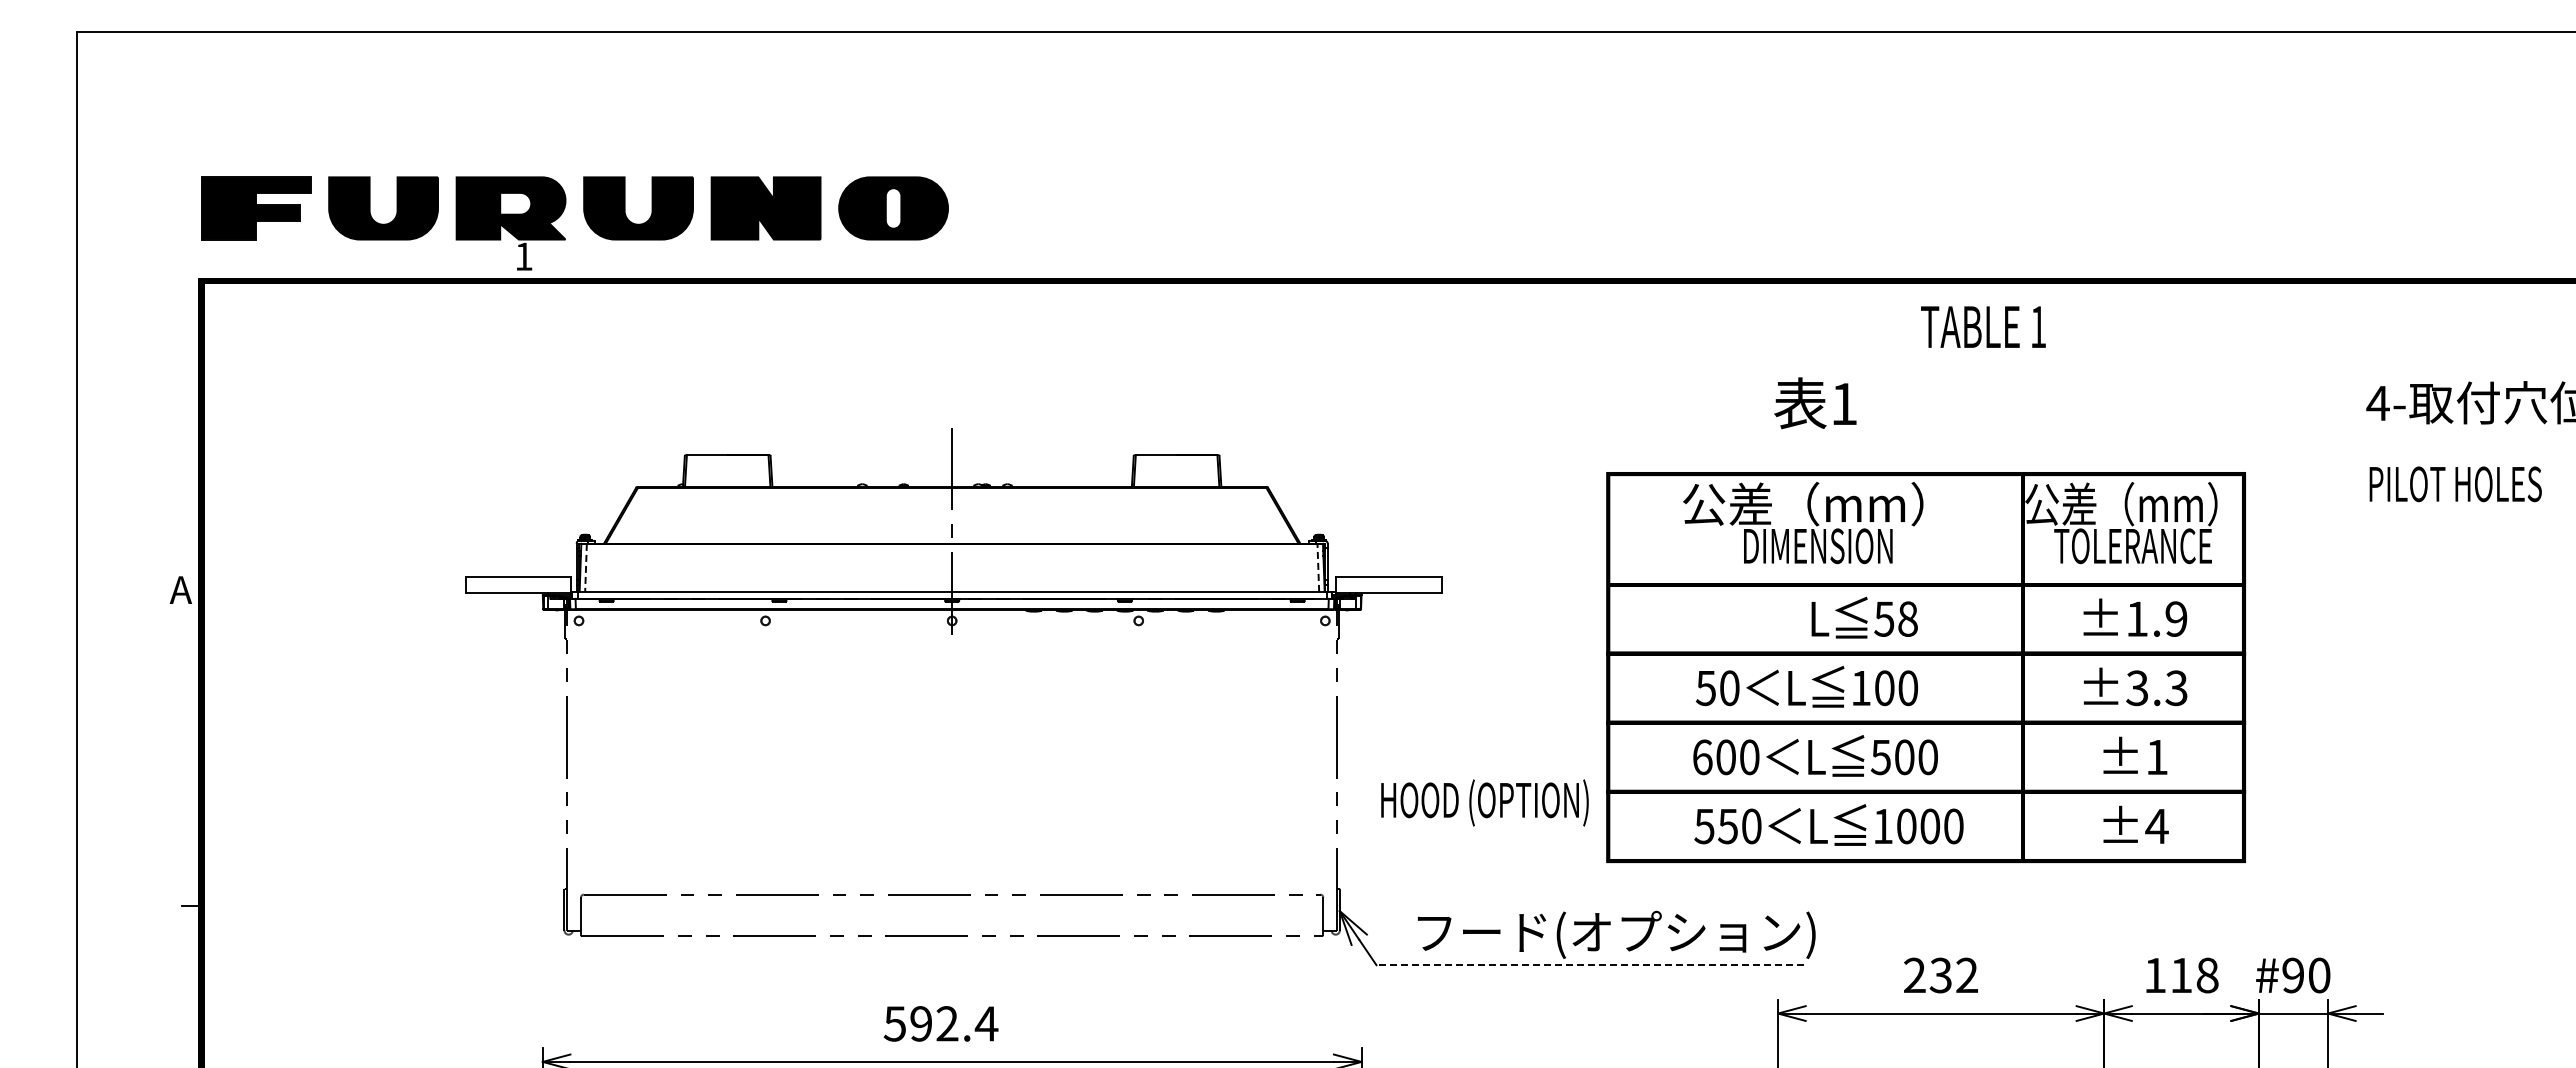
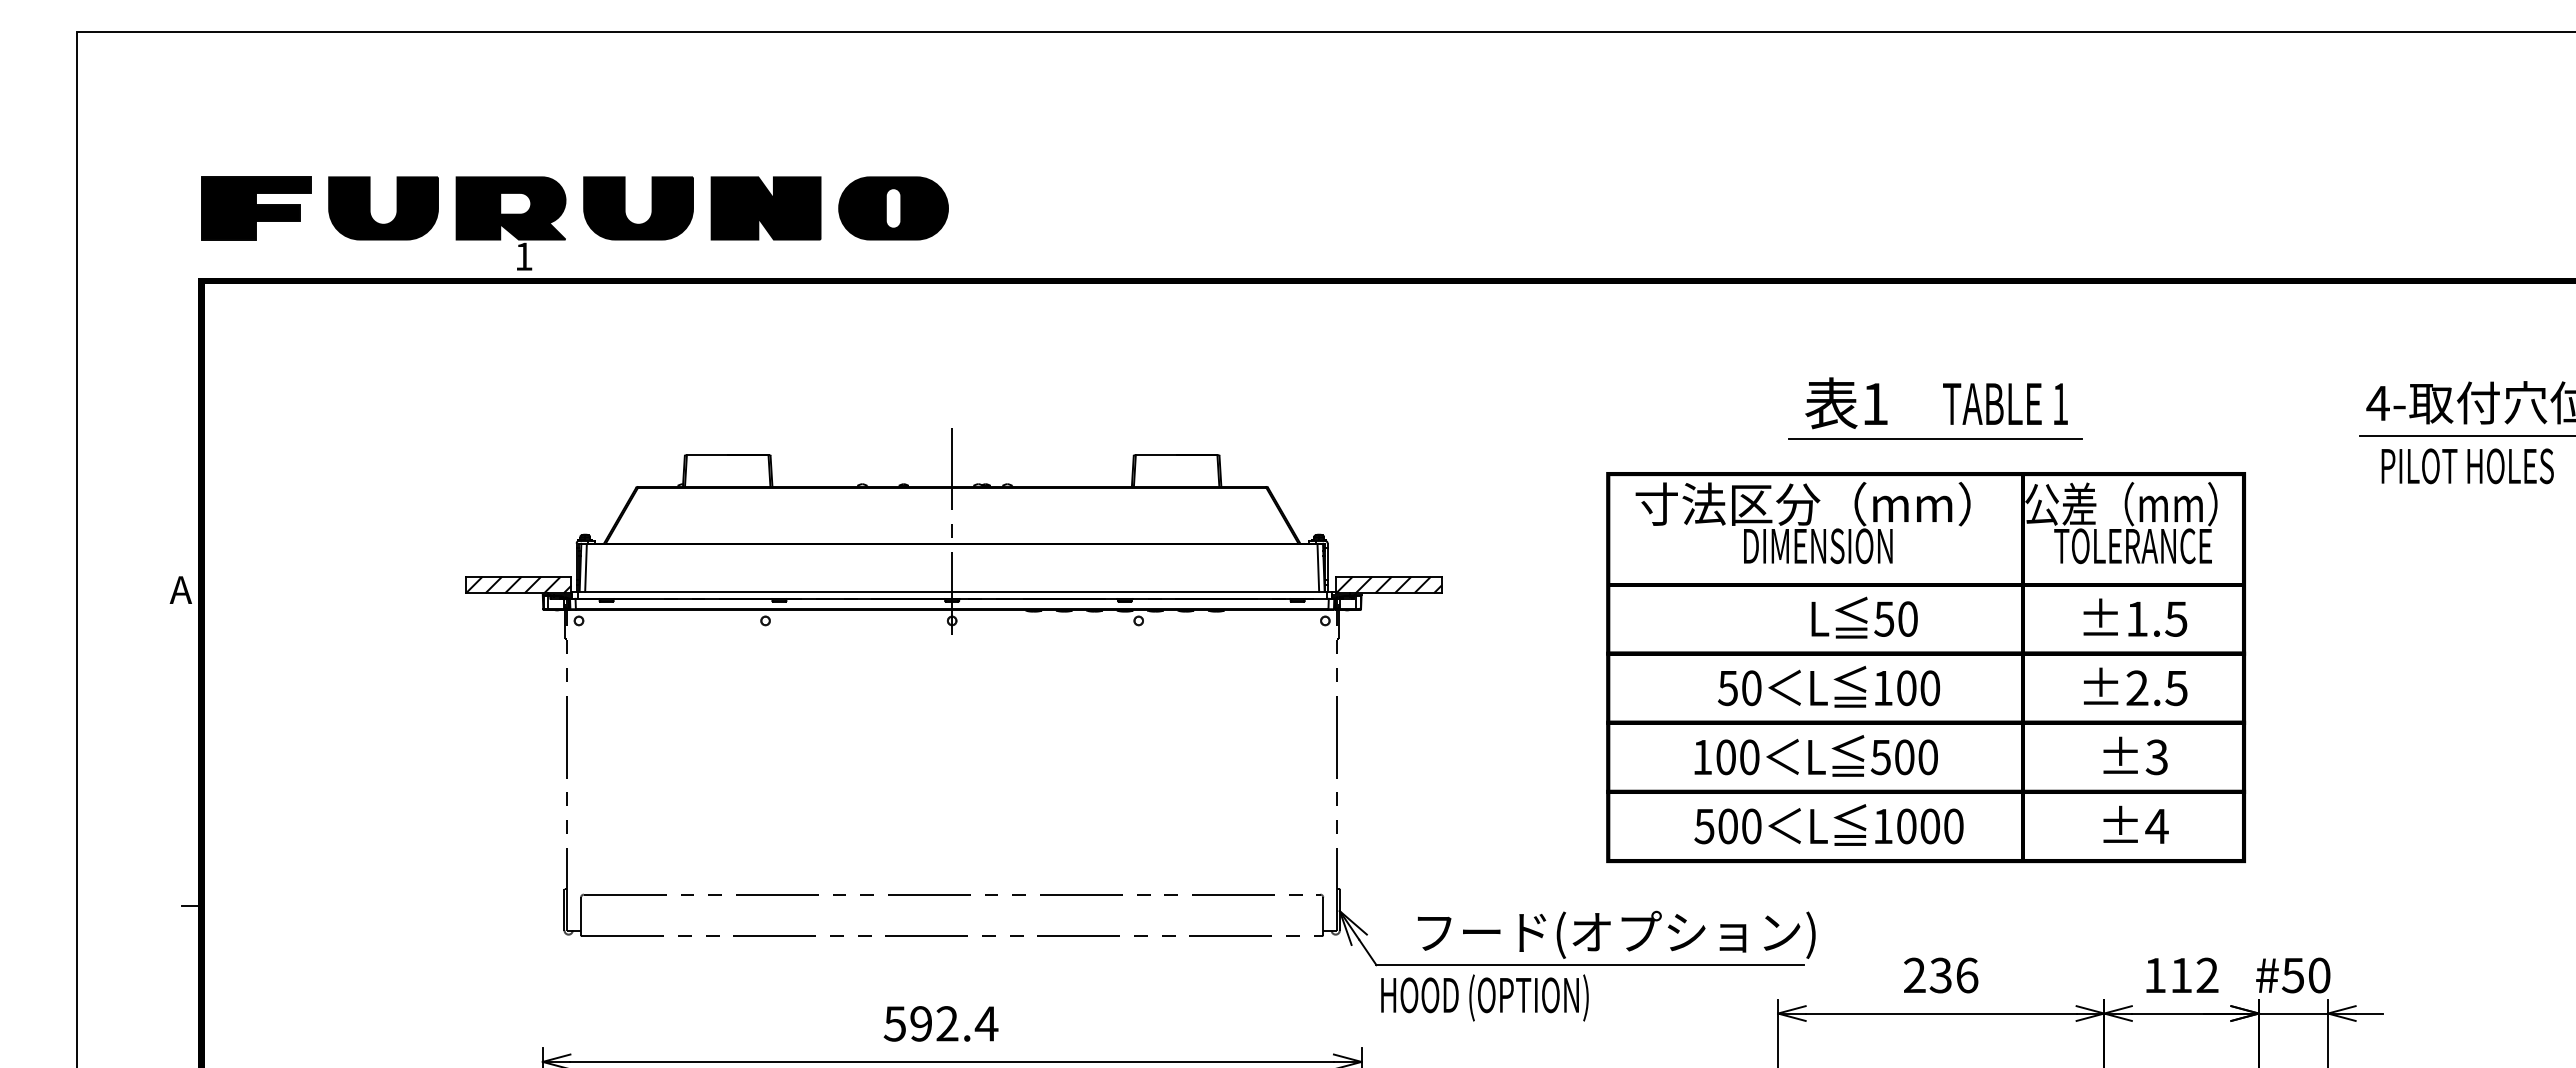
text at (1983, 326) position: (1983, 326) -> (2005, 403)
text at (1815, 403) position: (1815, 403) -> (1846, 403)
line at (2465, 435): none -> present
line at (1934, 438): none -> present
text at (2455, 484) position: (2455, 484) -> (2467, 466)
text at (1802, 504): 公差（mm） -> 寸法区分（mm）
line at (1318, 567): dashed -> solid
line at (586, 568): dashed -> solid
hatch at (518, 584): none -> present
hatch at (1388, 584): none -> present
text at (1907, 618): 58 -> 50
text at (2176, 618): ±1.9 -> ±1.5
text at (1806, 686) position: (1806, 686) -> (1828, 686)
text at (2156, 688): ±3.3 -> ±2.5
text at (1702, 757): 600 -> 100
text at (2156, 757): ±1 -> ±3
text at (1484, 802) position: (1484, 802) -> (1484, 997)
text at (1727, 826): 550 -> 500
line at (1590, 965): dashed -> solid
text at (1967, 975): 232 -> 236
text at (2207, 975): 118 -> 112
text at (2292, 975): #90 -> #50
